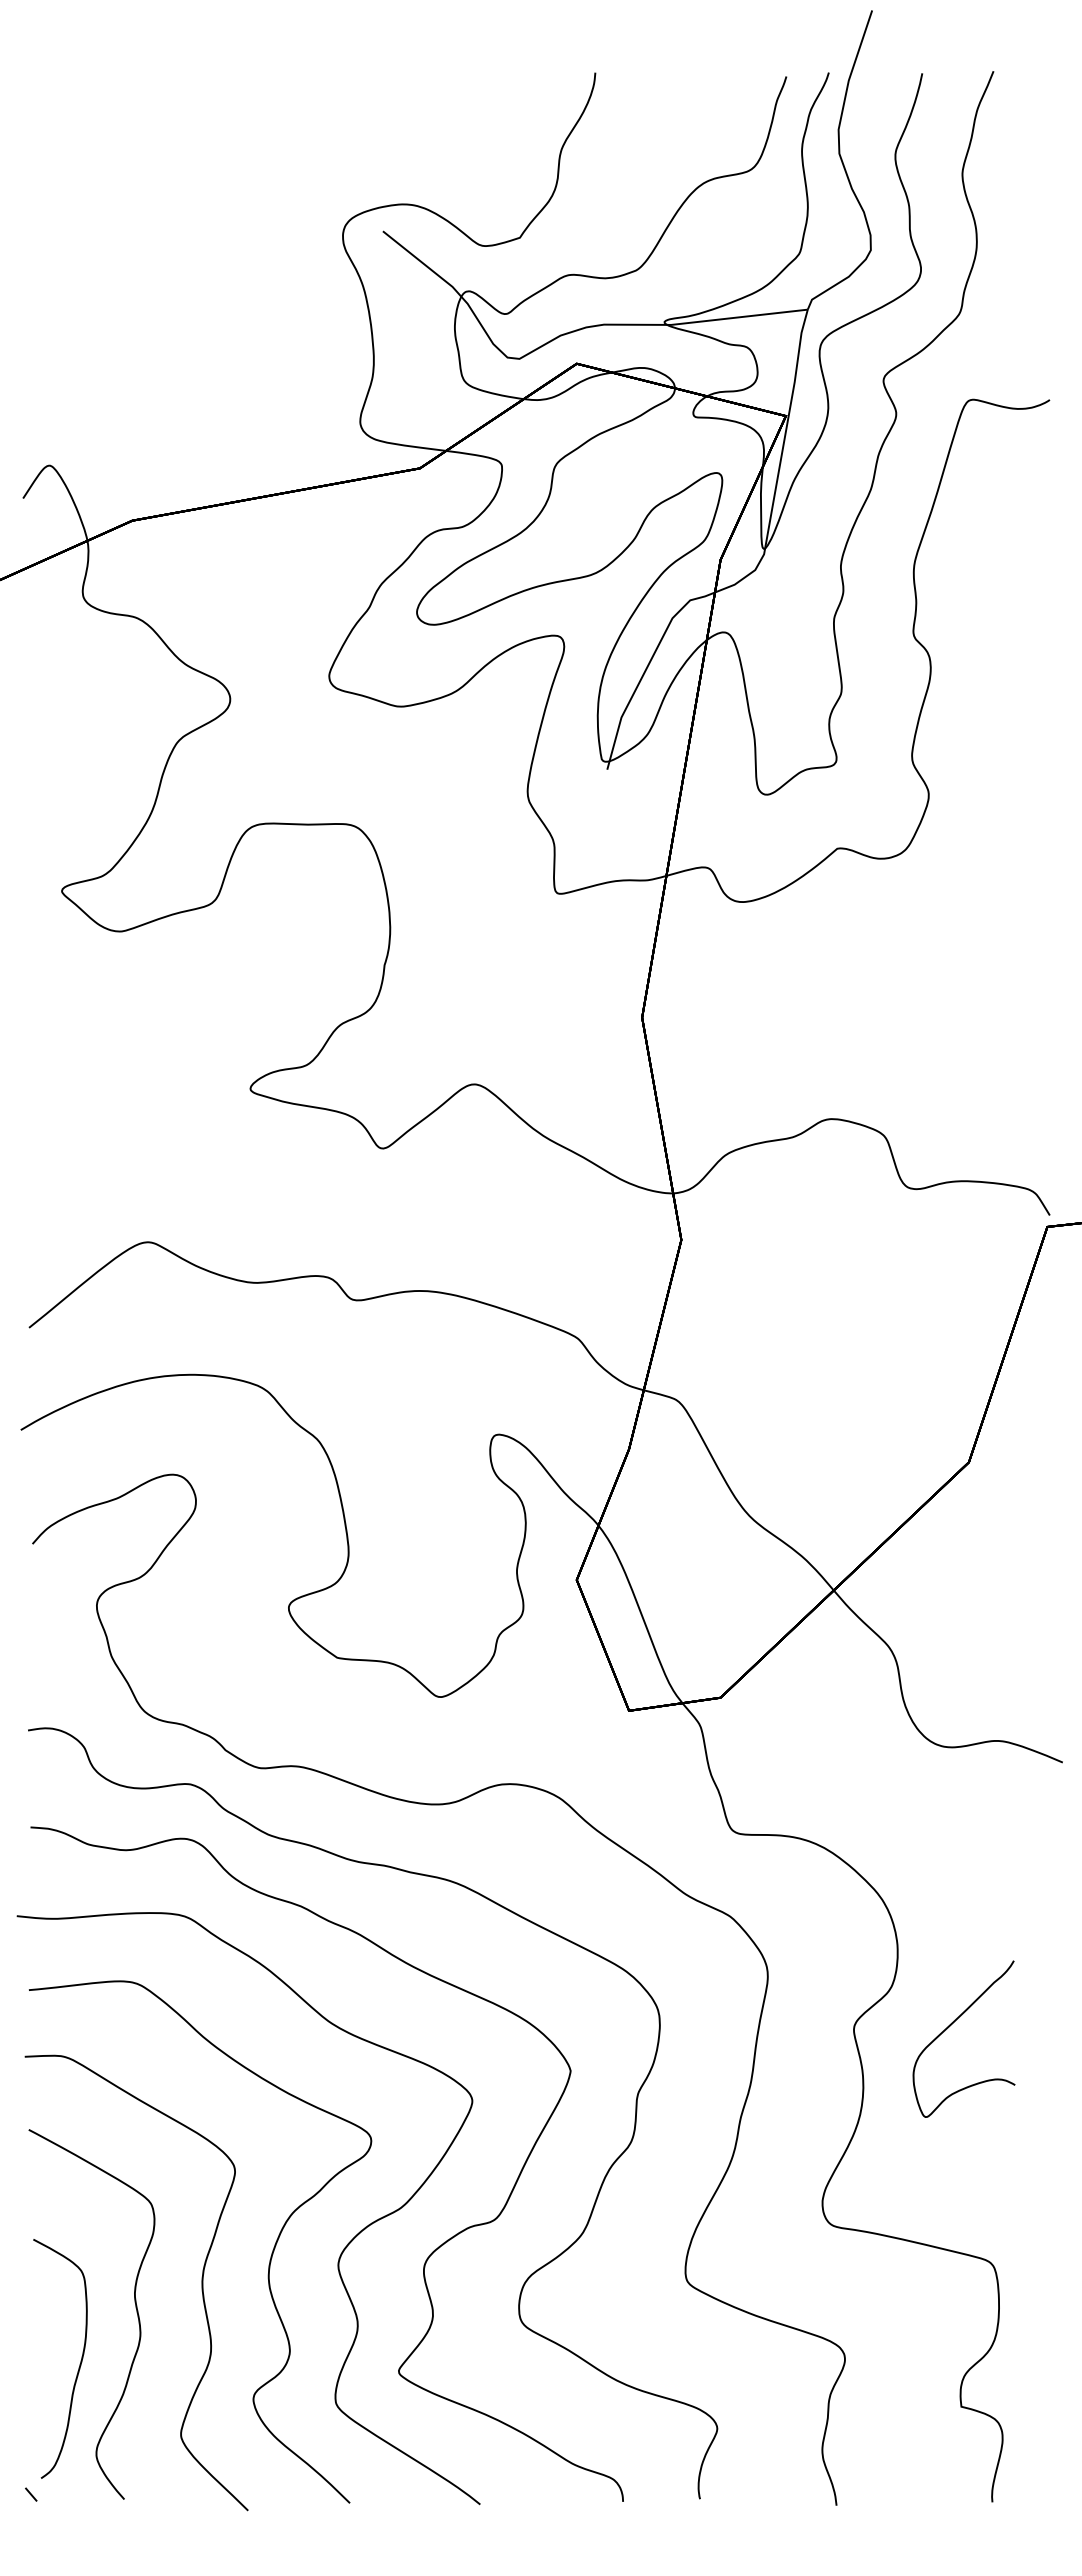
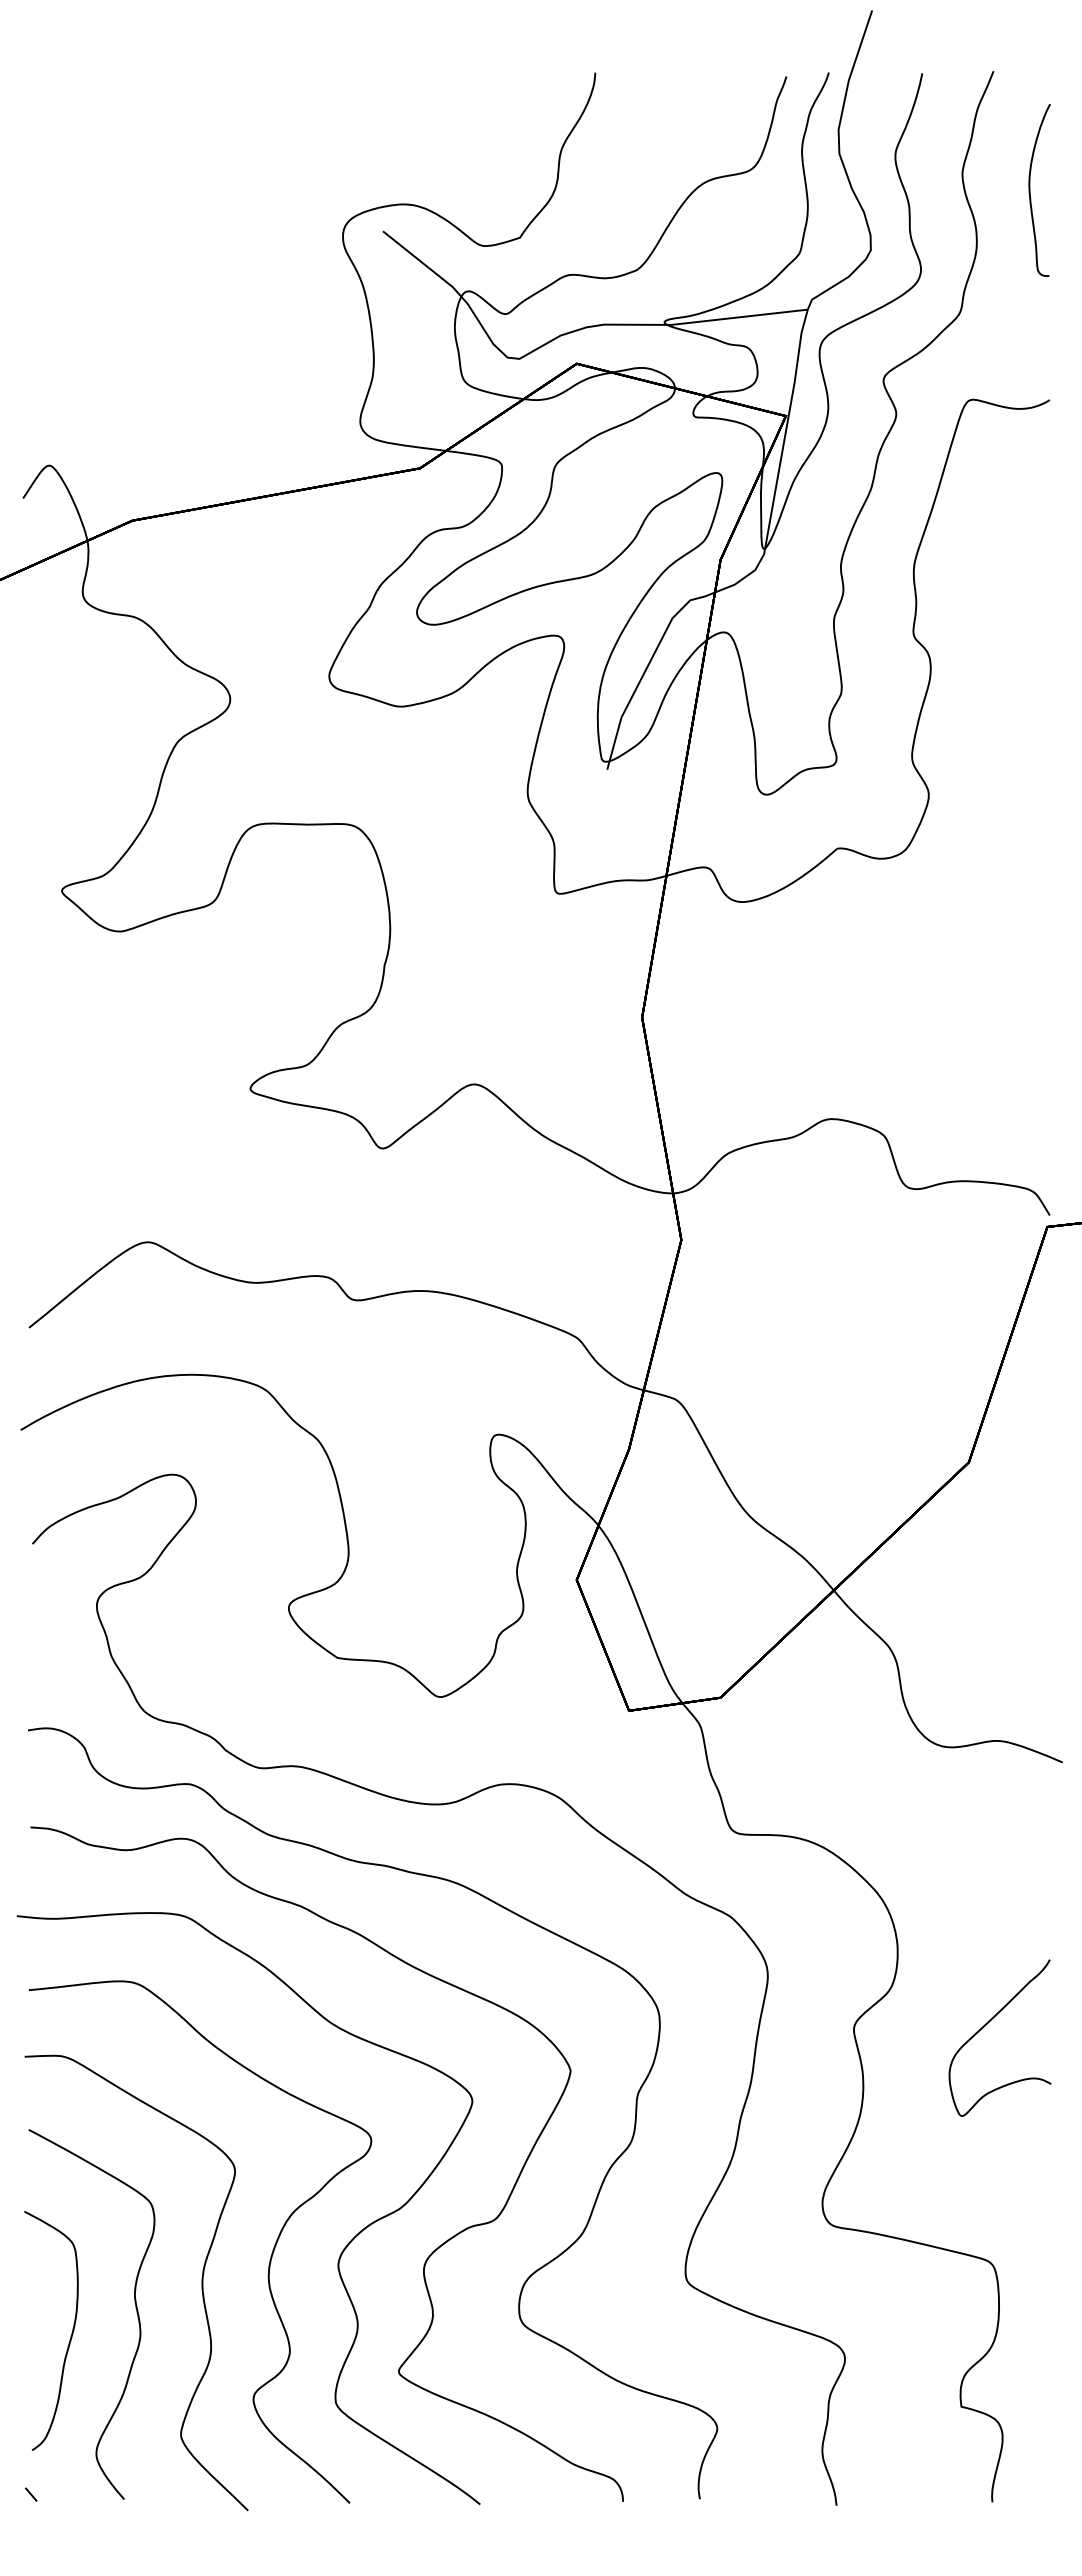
curve at (1030, 190): none -> present
curve at (951, 2025) position: (951, 2025) -> (987, 2024)
curve at (79, 2364) position: (79, 2364) -> (70, 2336)
